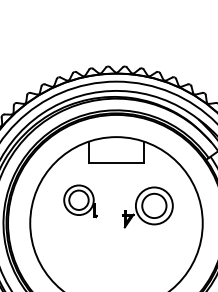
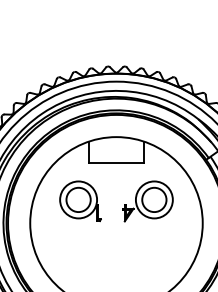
part at (80, 201) size: 35x35 px -> 43x43 px
part at (147, 207) position: (147, 207) -> (147, 201)
